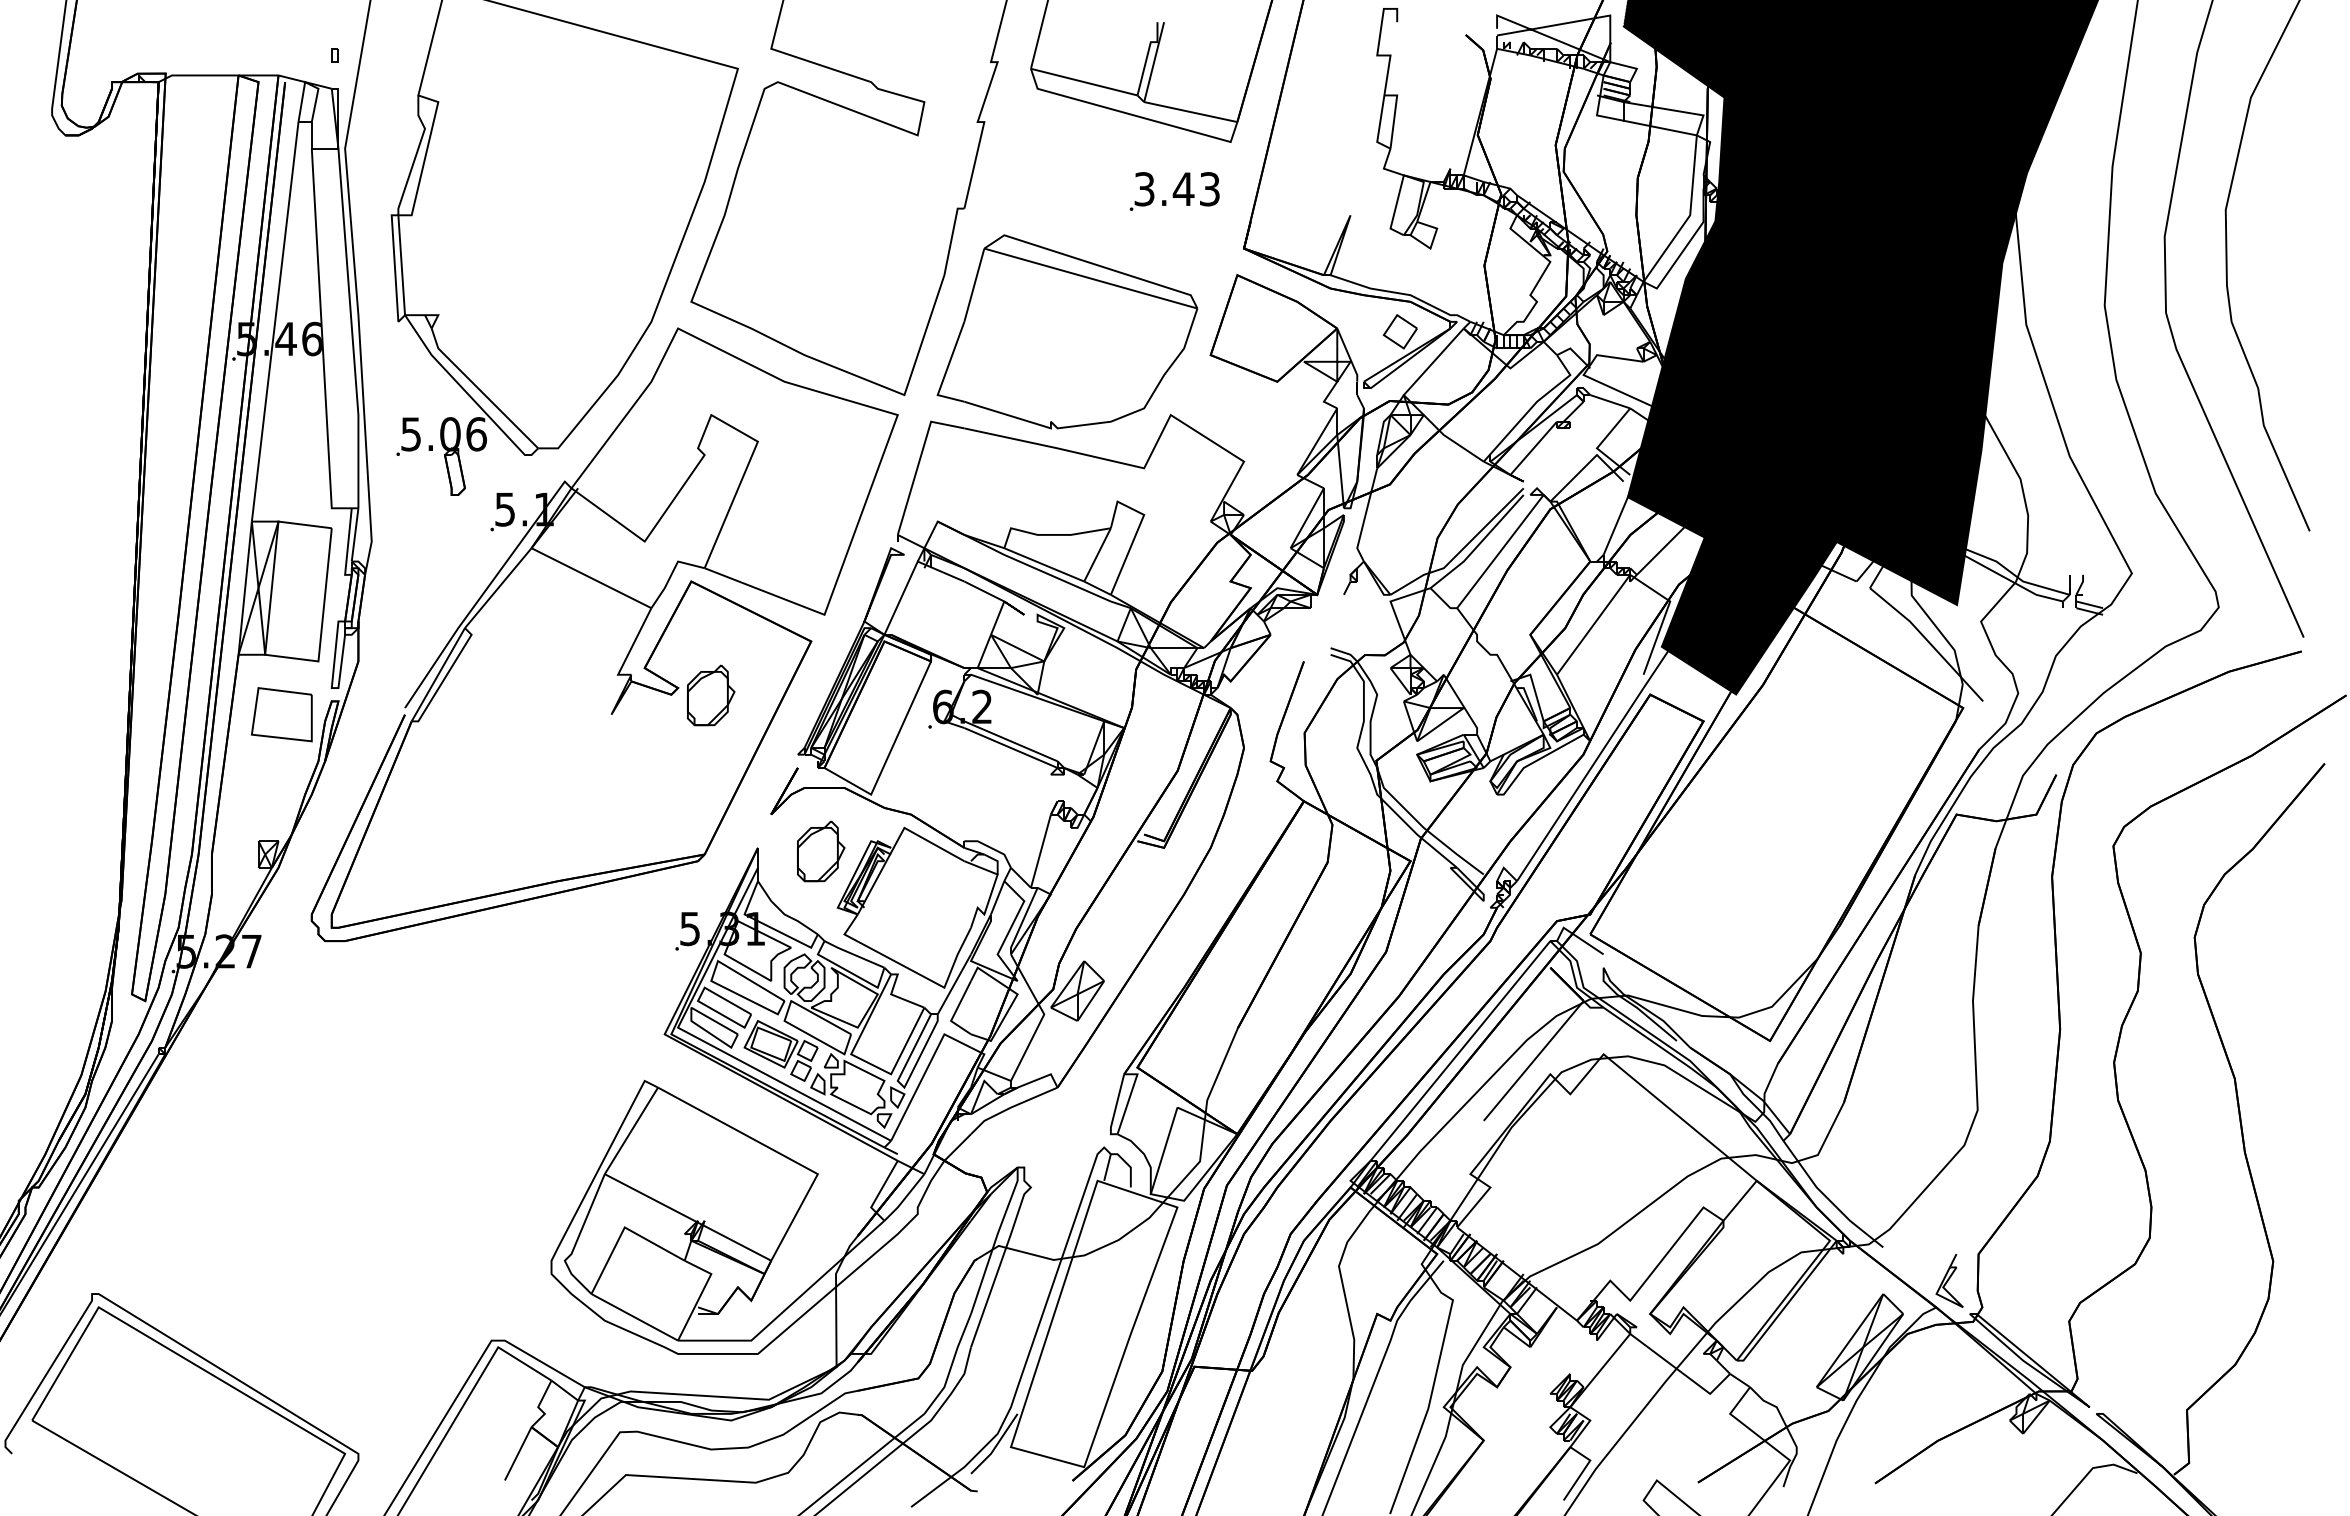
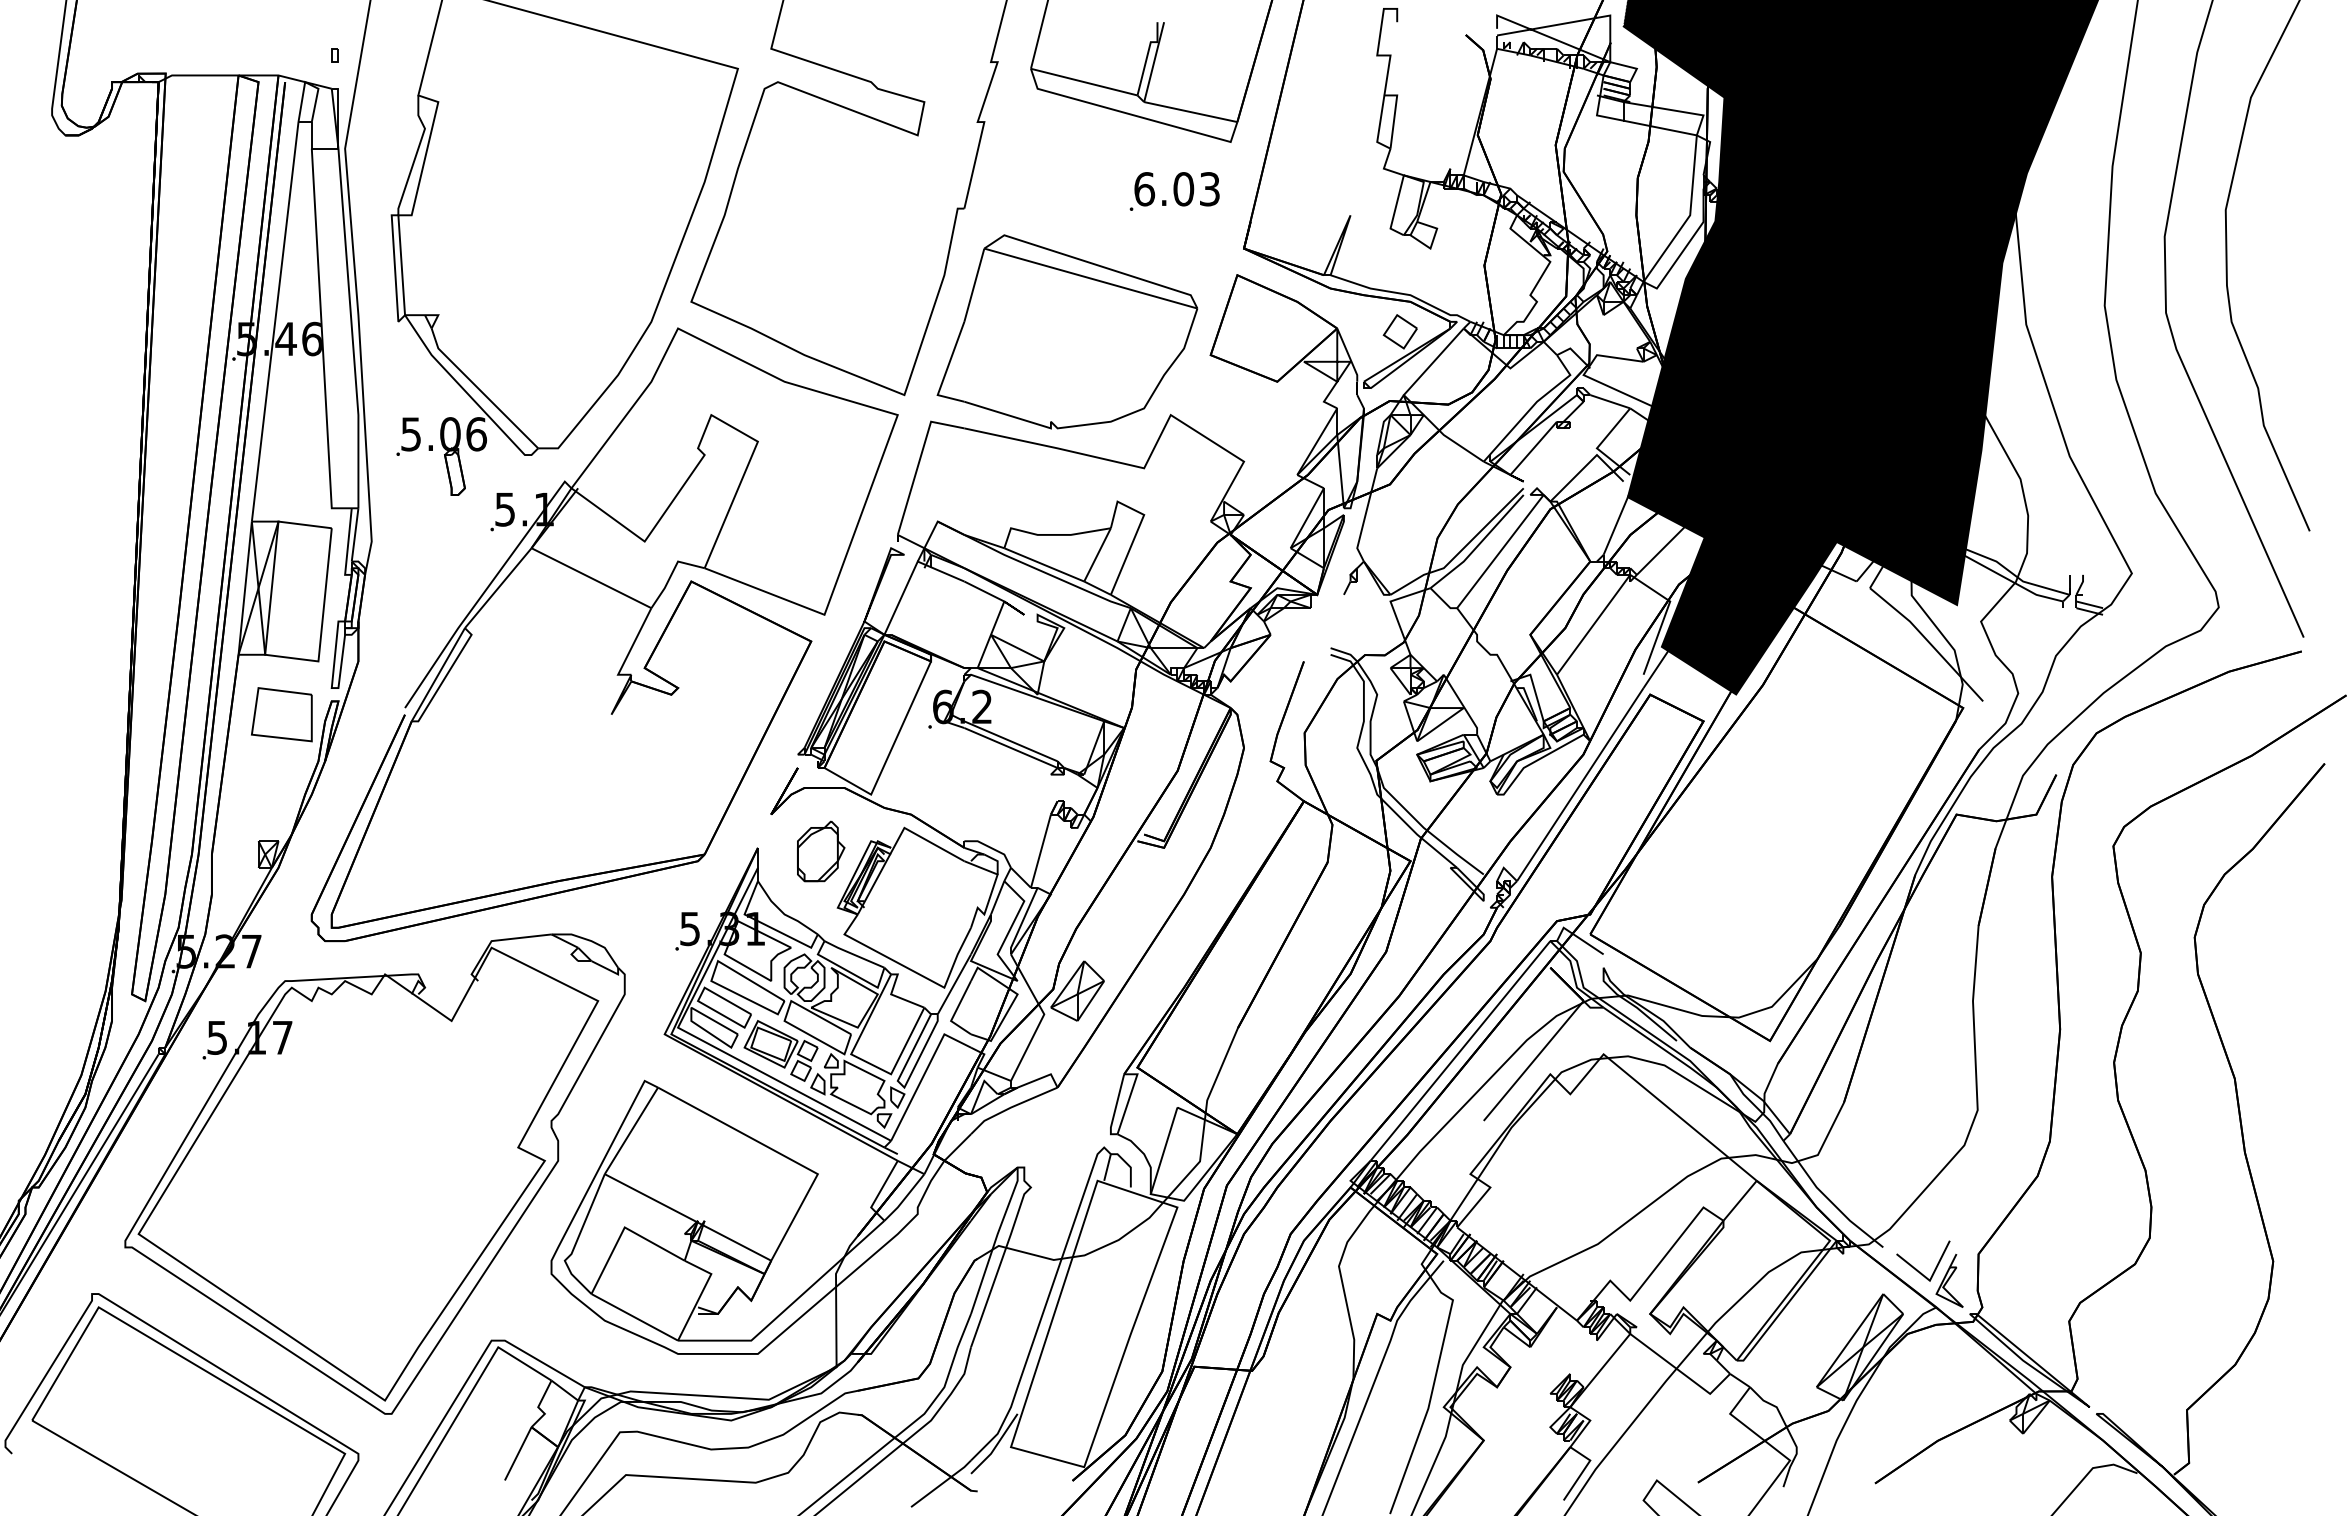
text at (1164, 189): 3.43 -> 6.03
part at (711, 695): present -> none
part at (374, 1173): none -> present
line at (1915, 1267): none -> present
